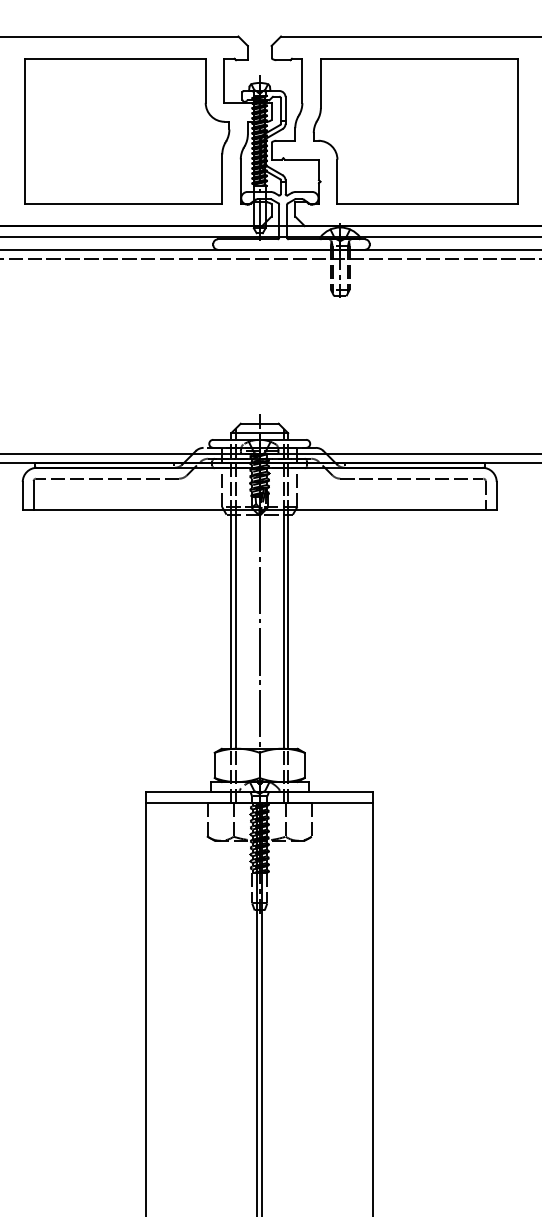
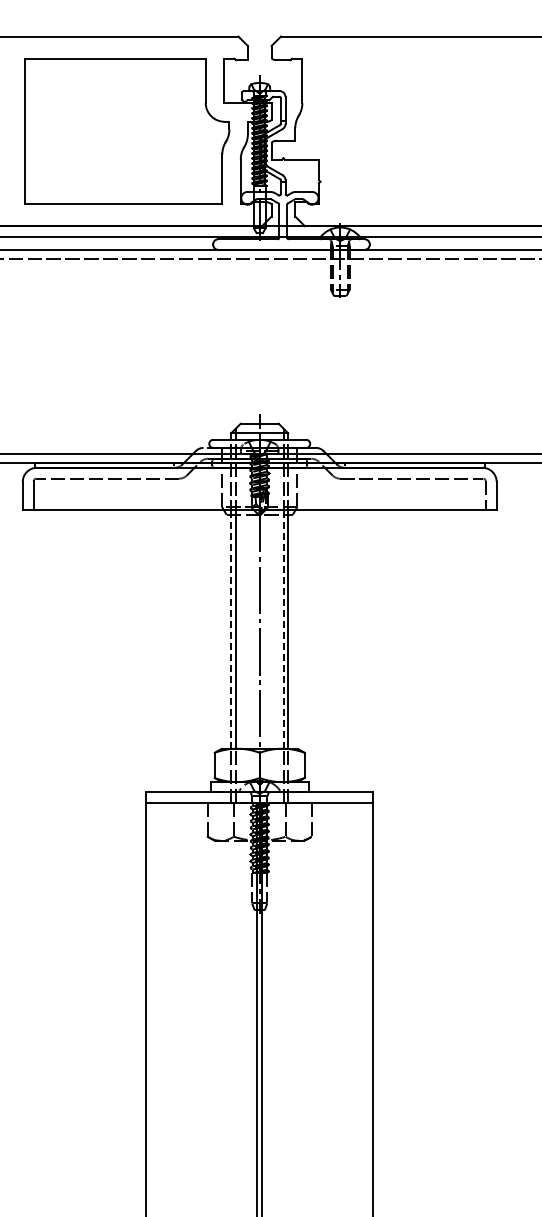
part at (415, 131): present -> none
line at (231, 631): solid -> dashed
line at (283, 631): solid -> dashed
